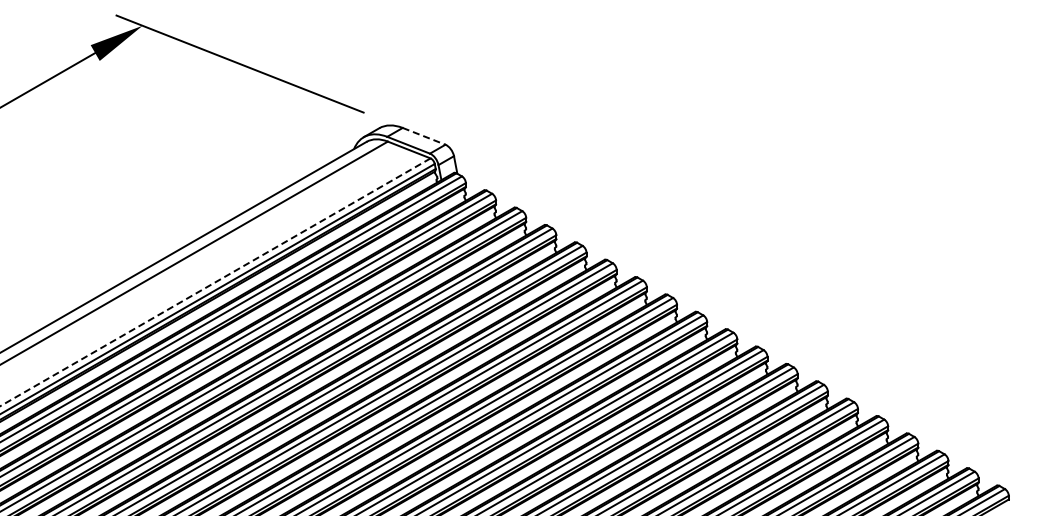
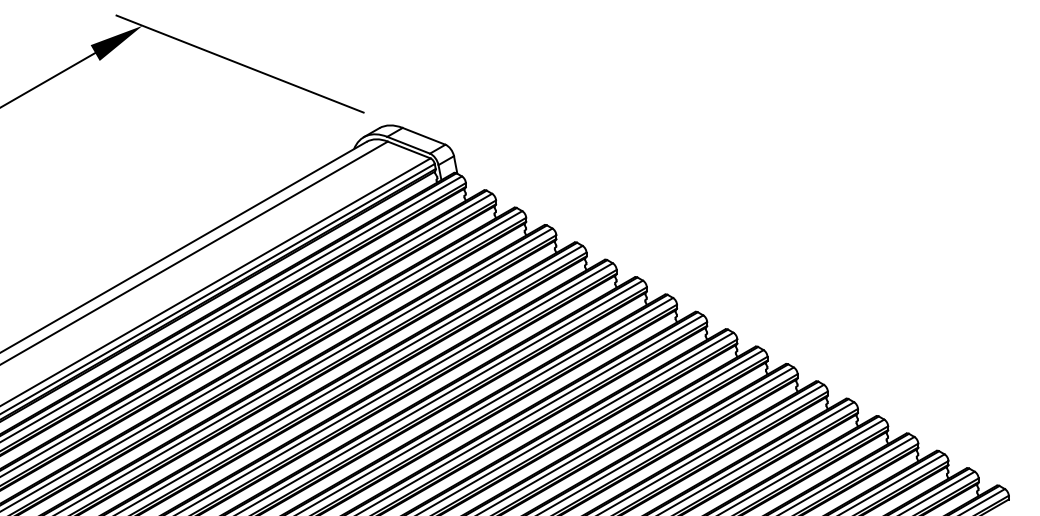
line at (424, 136): dashed -> solid
line at (214, 282): dashed -> solid
